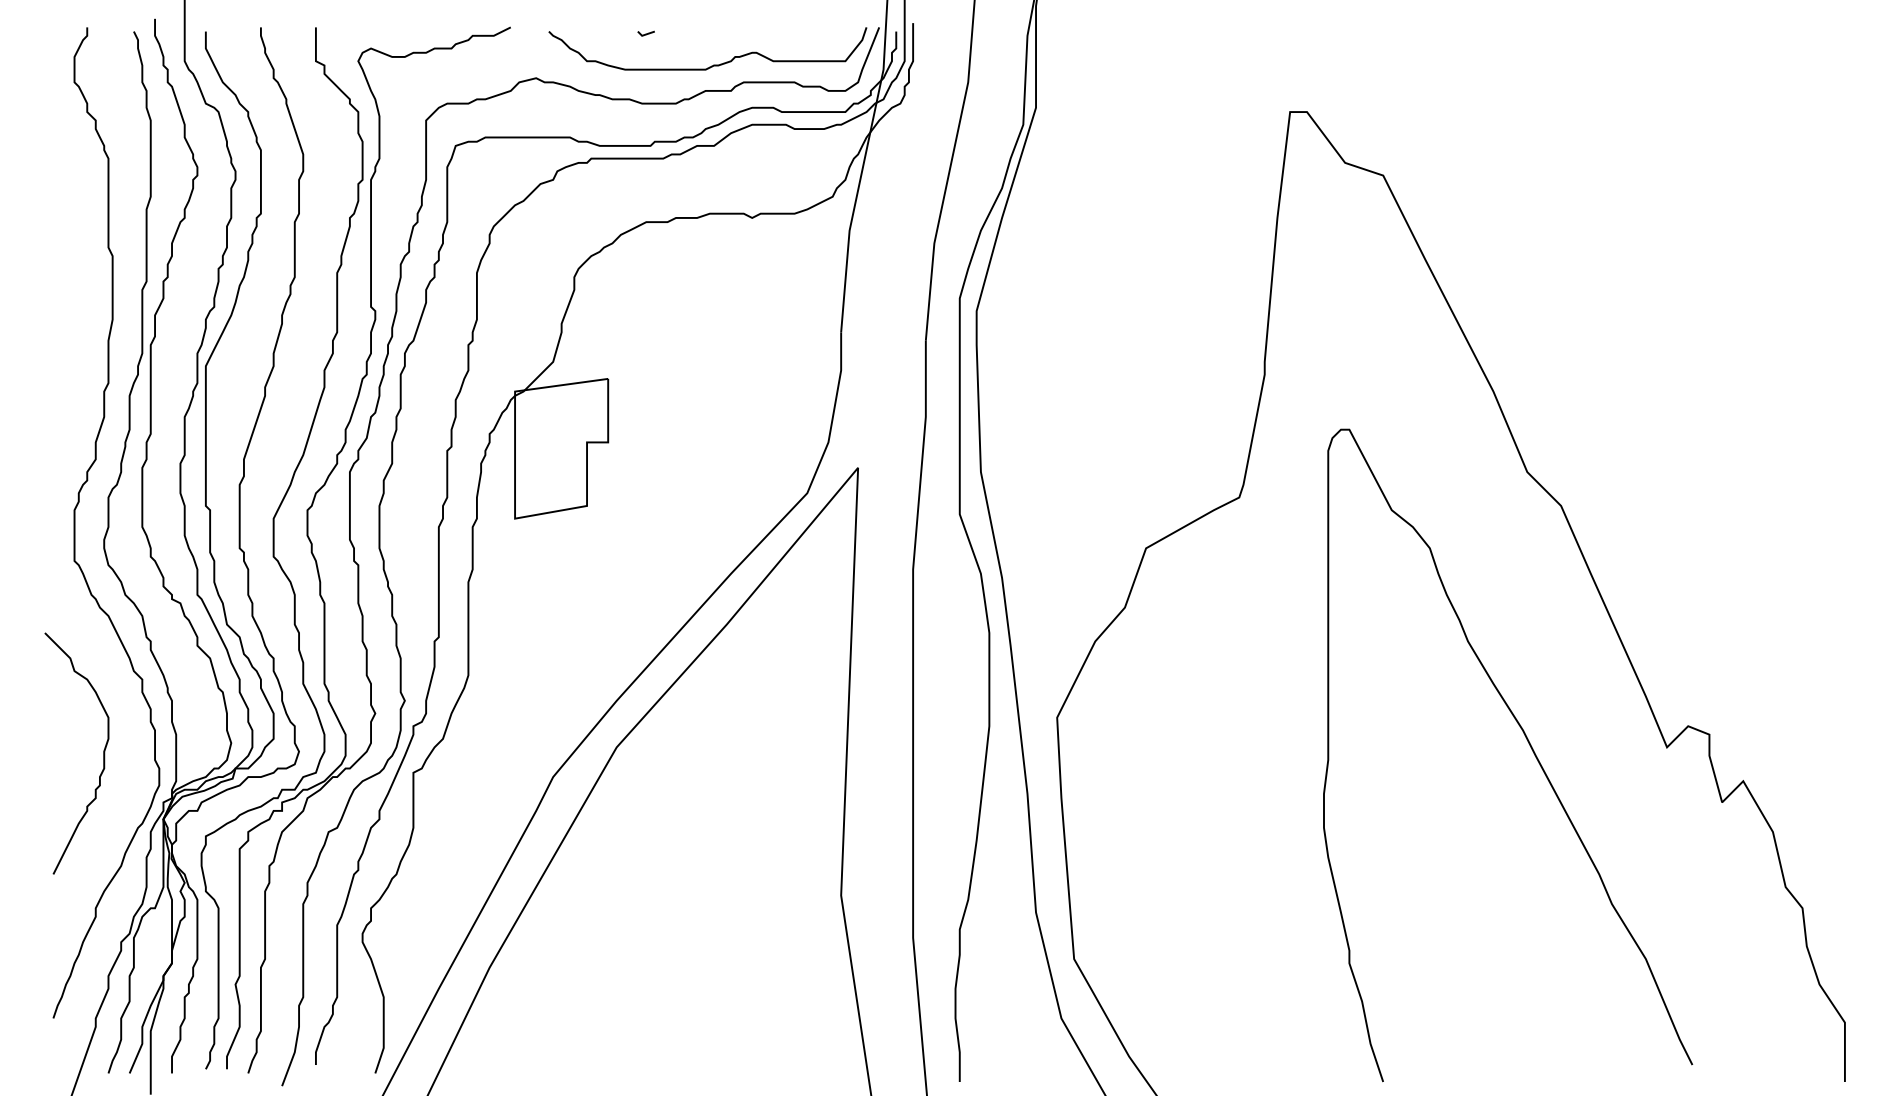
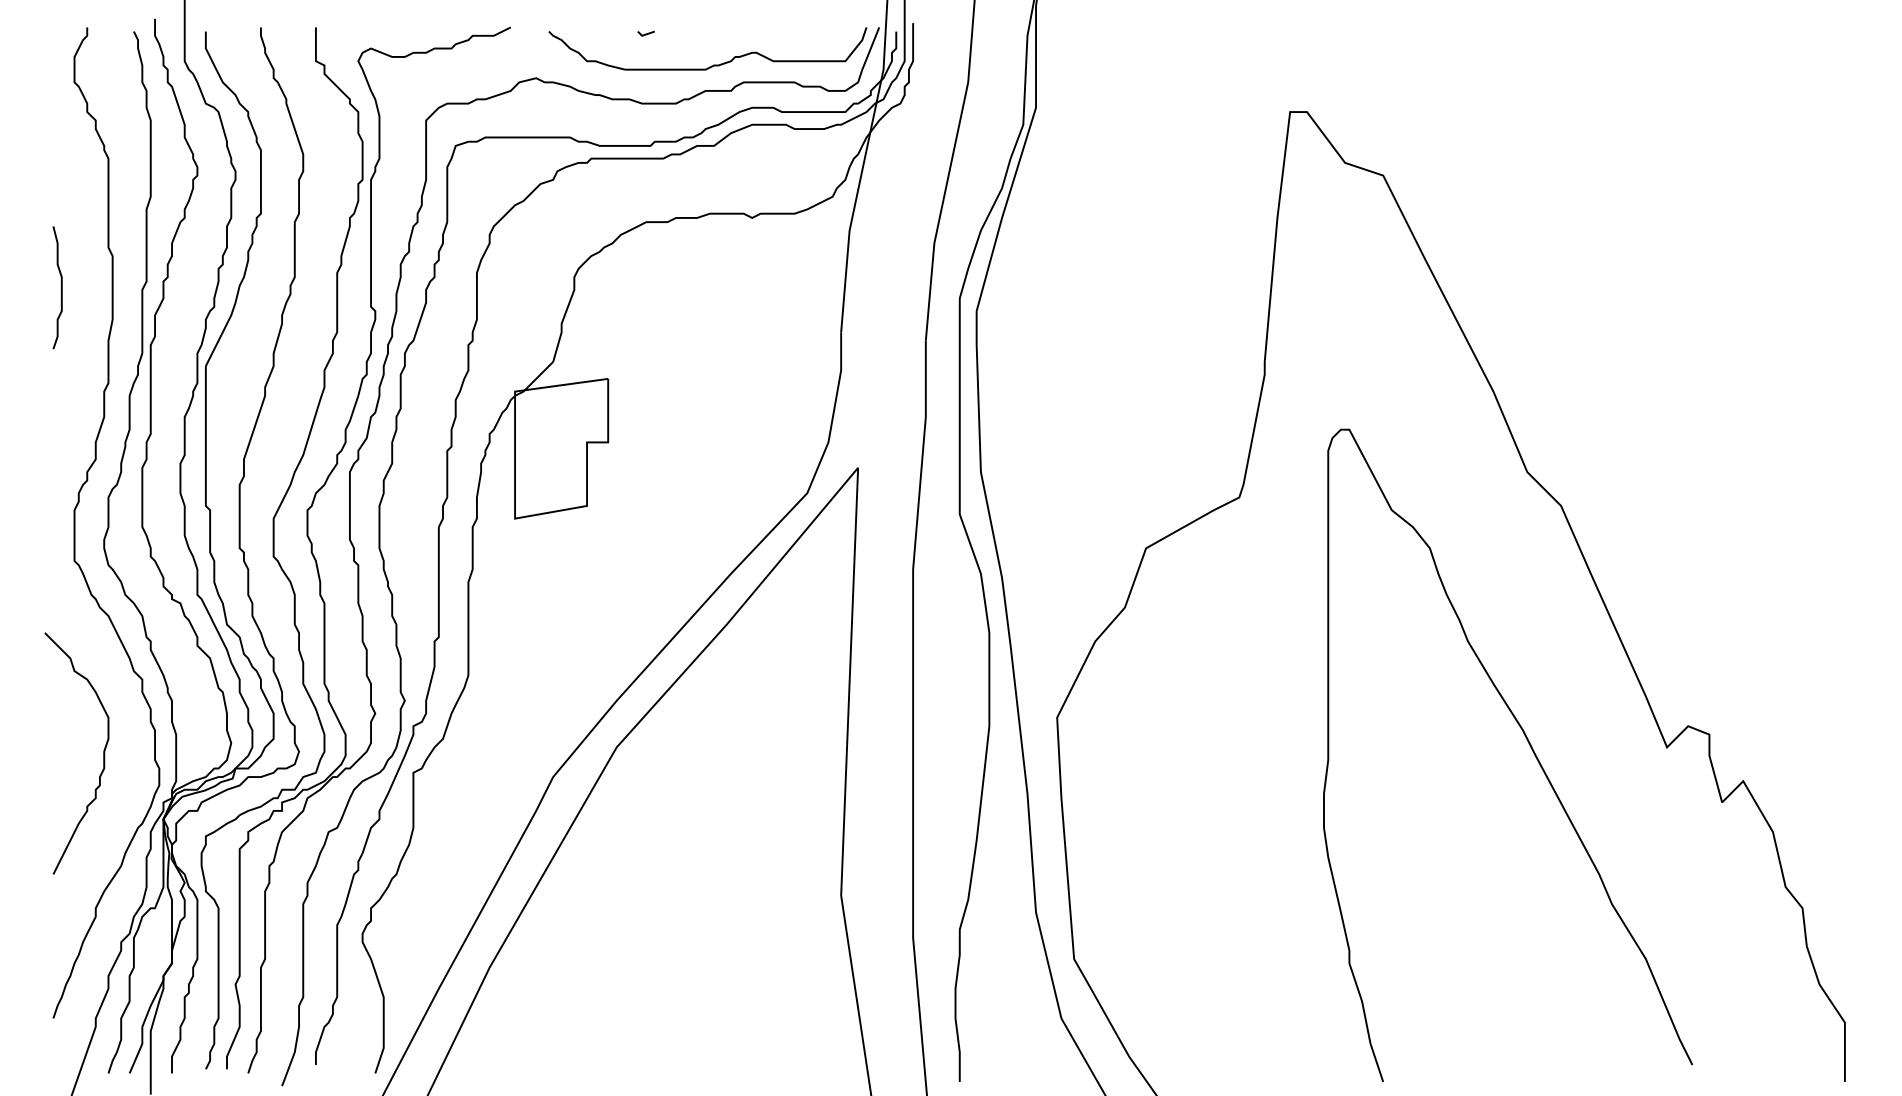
curve at (60, 287): none -> present
